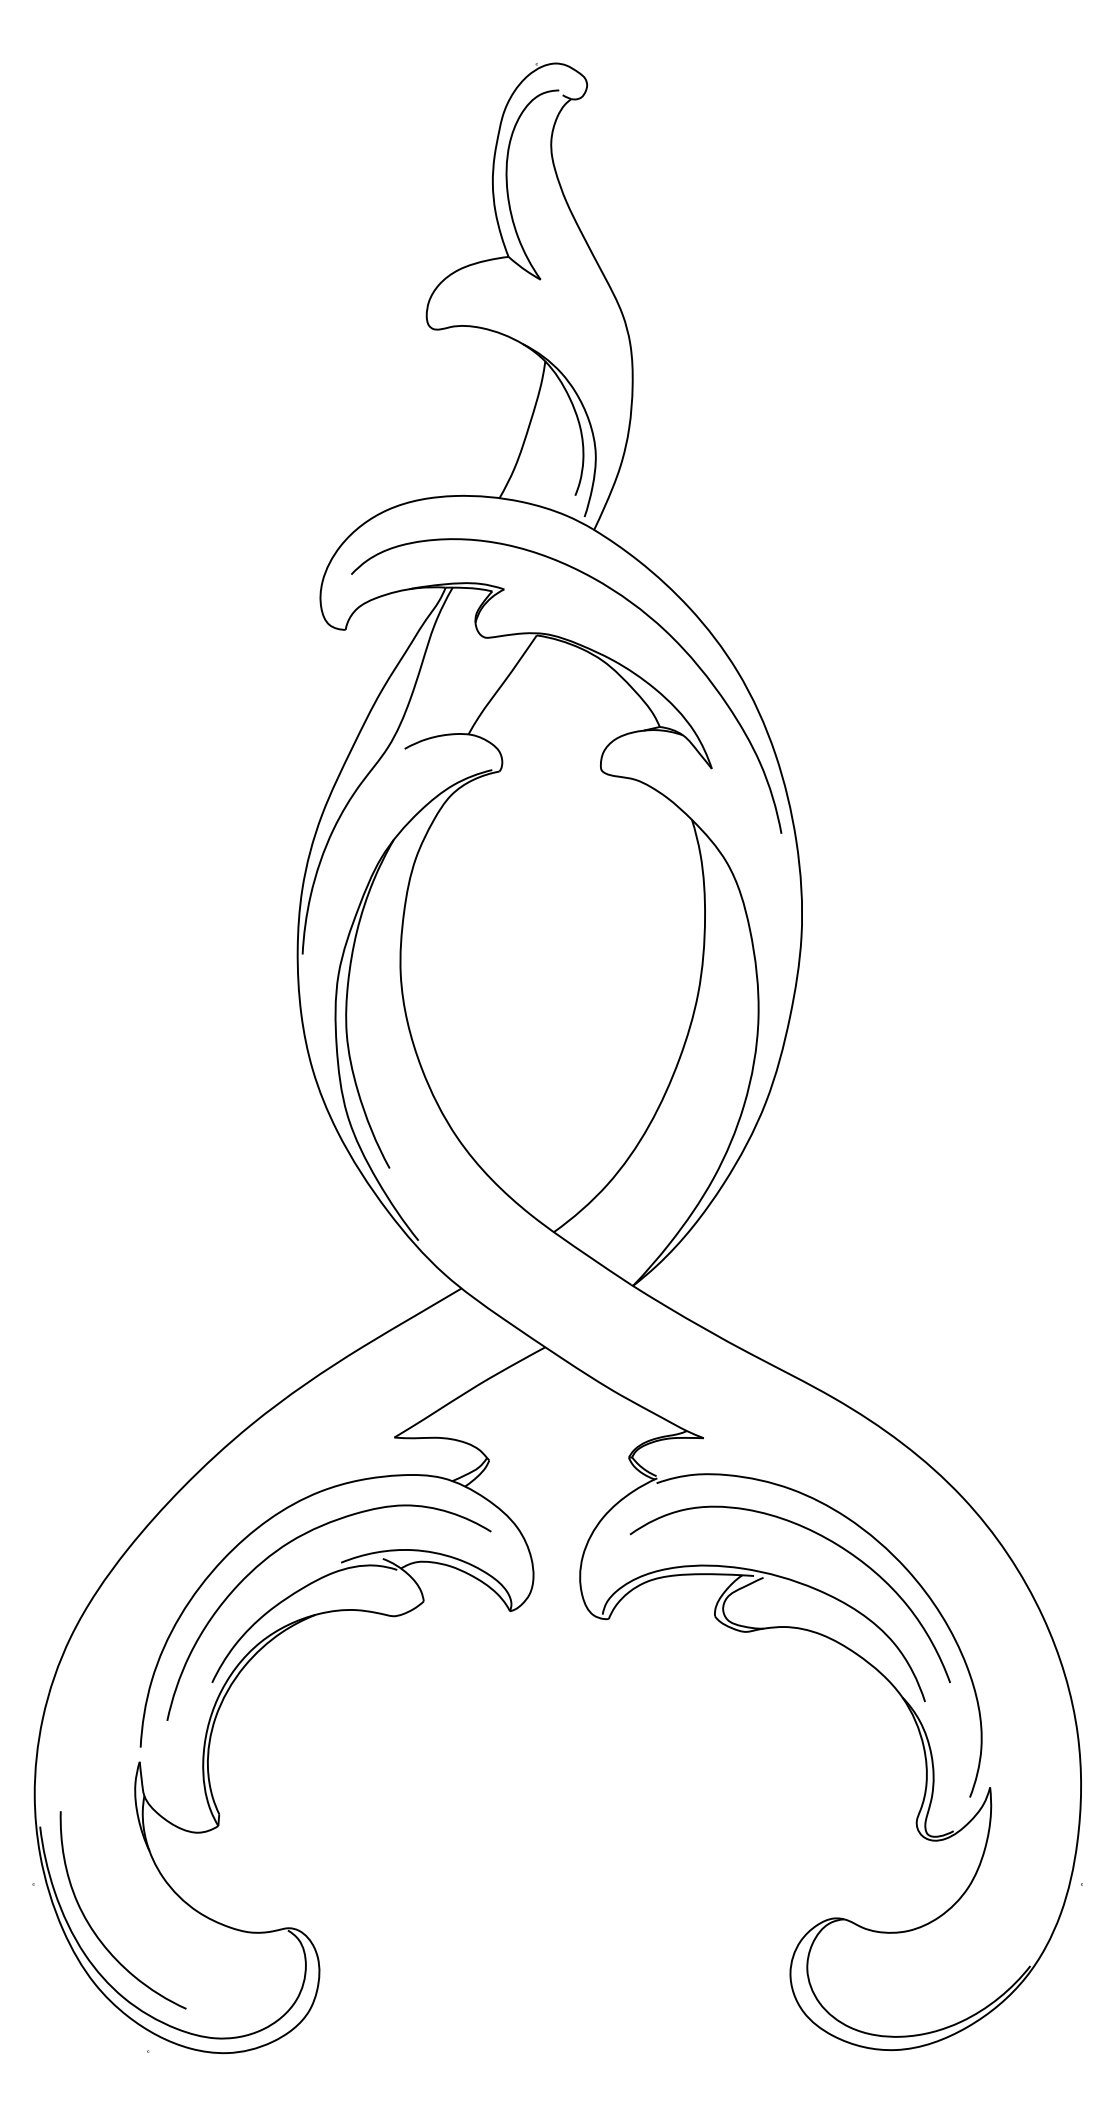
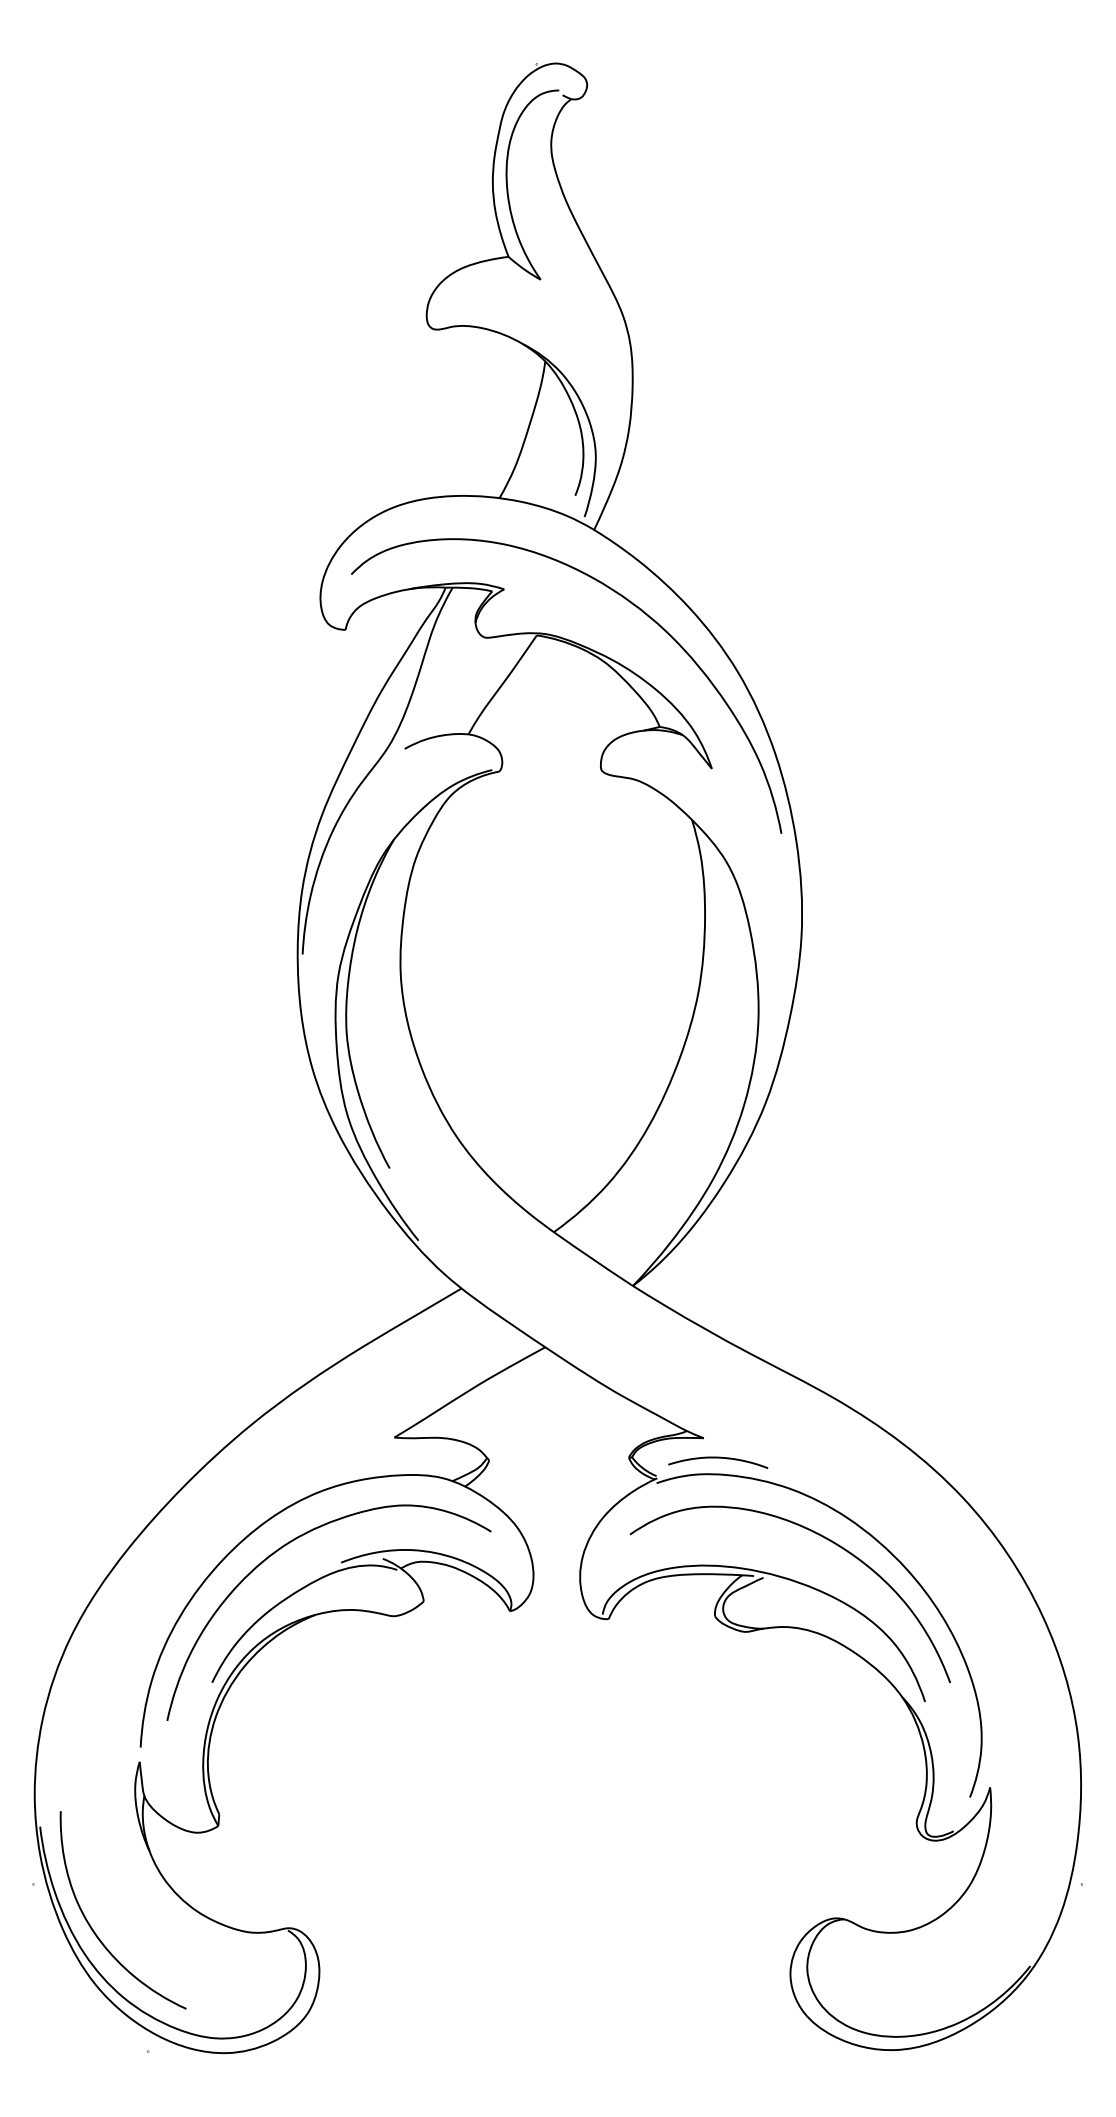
curve at (718, 1458): none -> present
